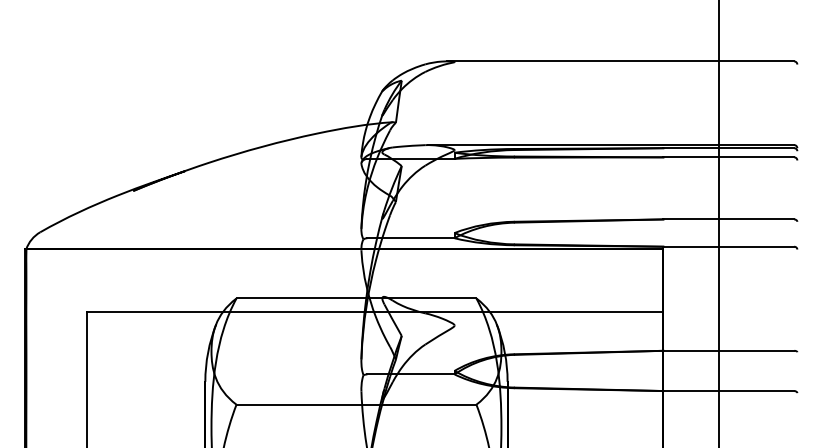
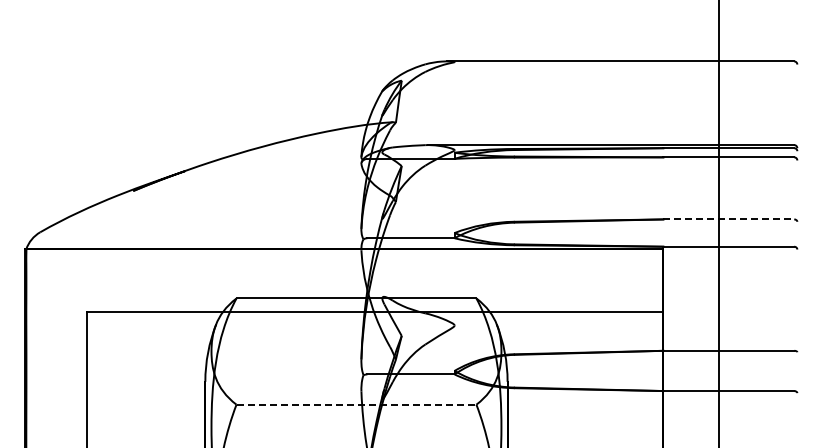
line at (729, 219): solid -> dashed
line at (356, 404): solid -> dashed
